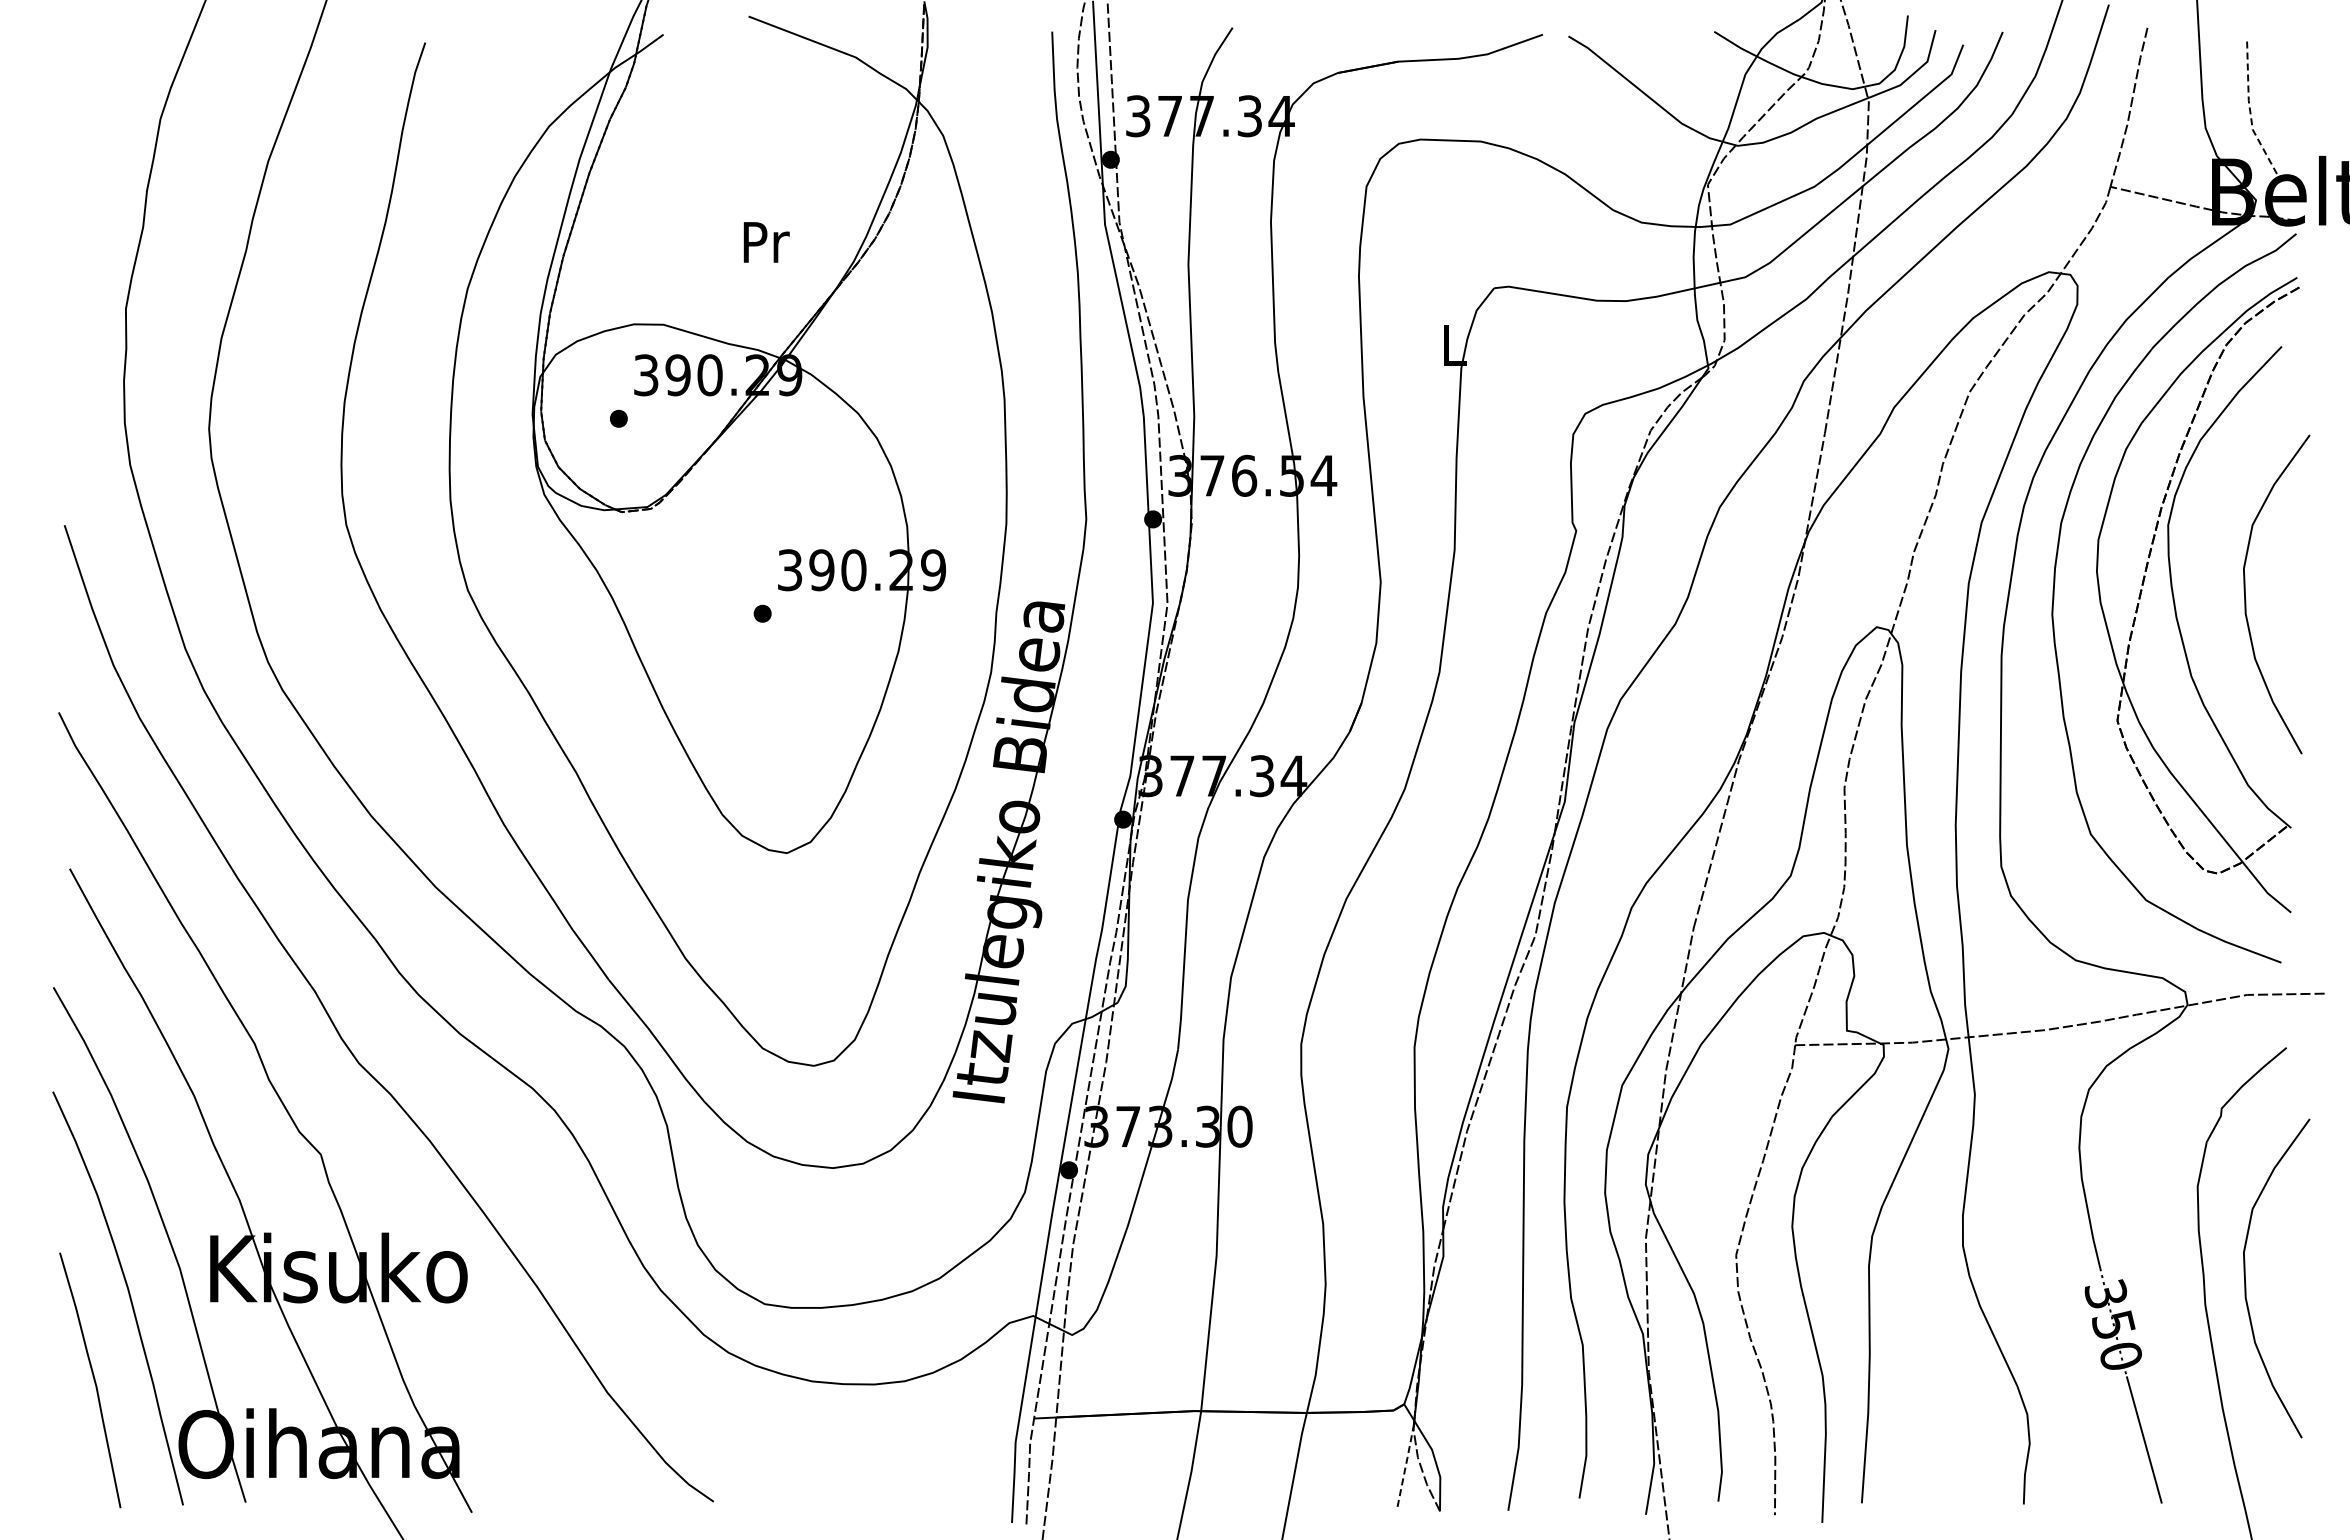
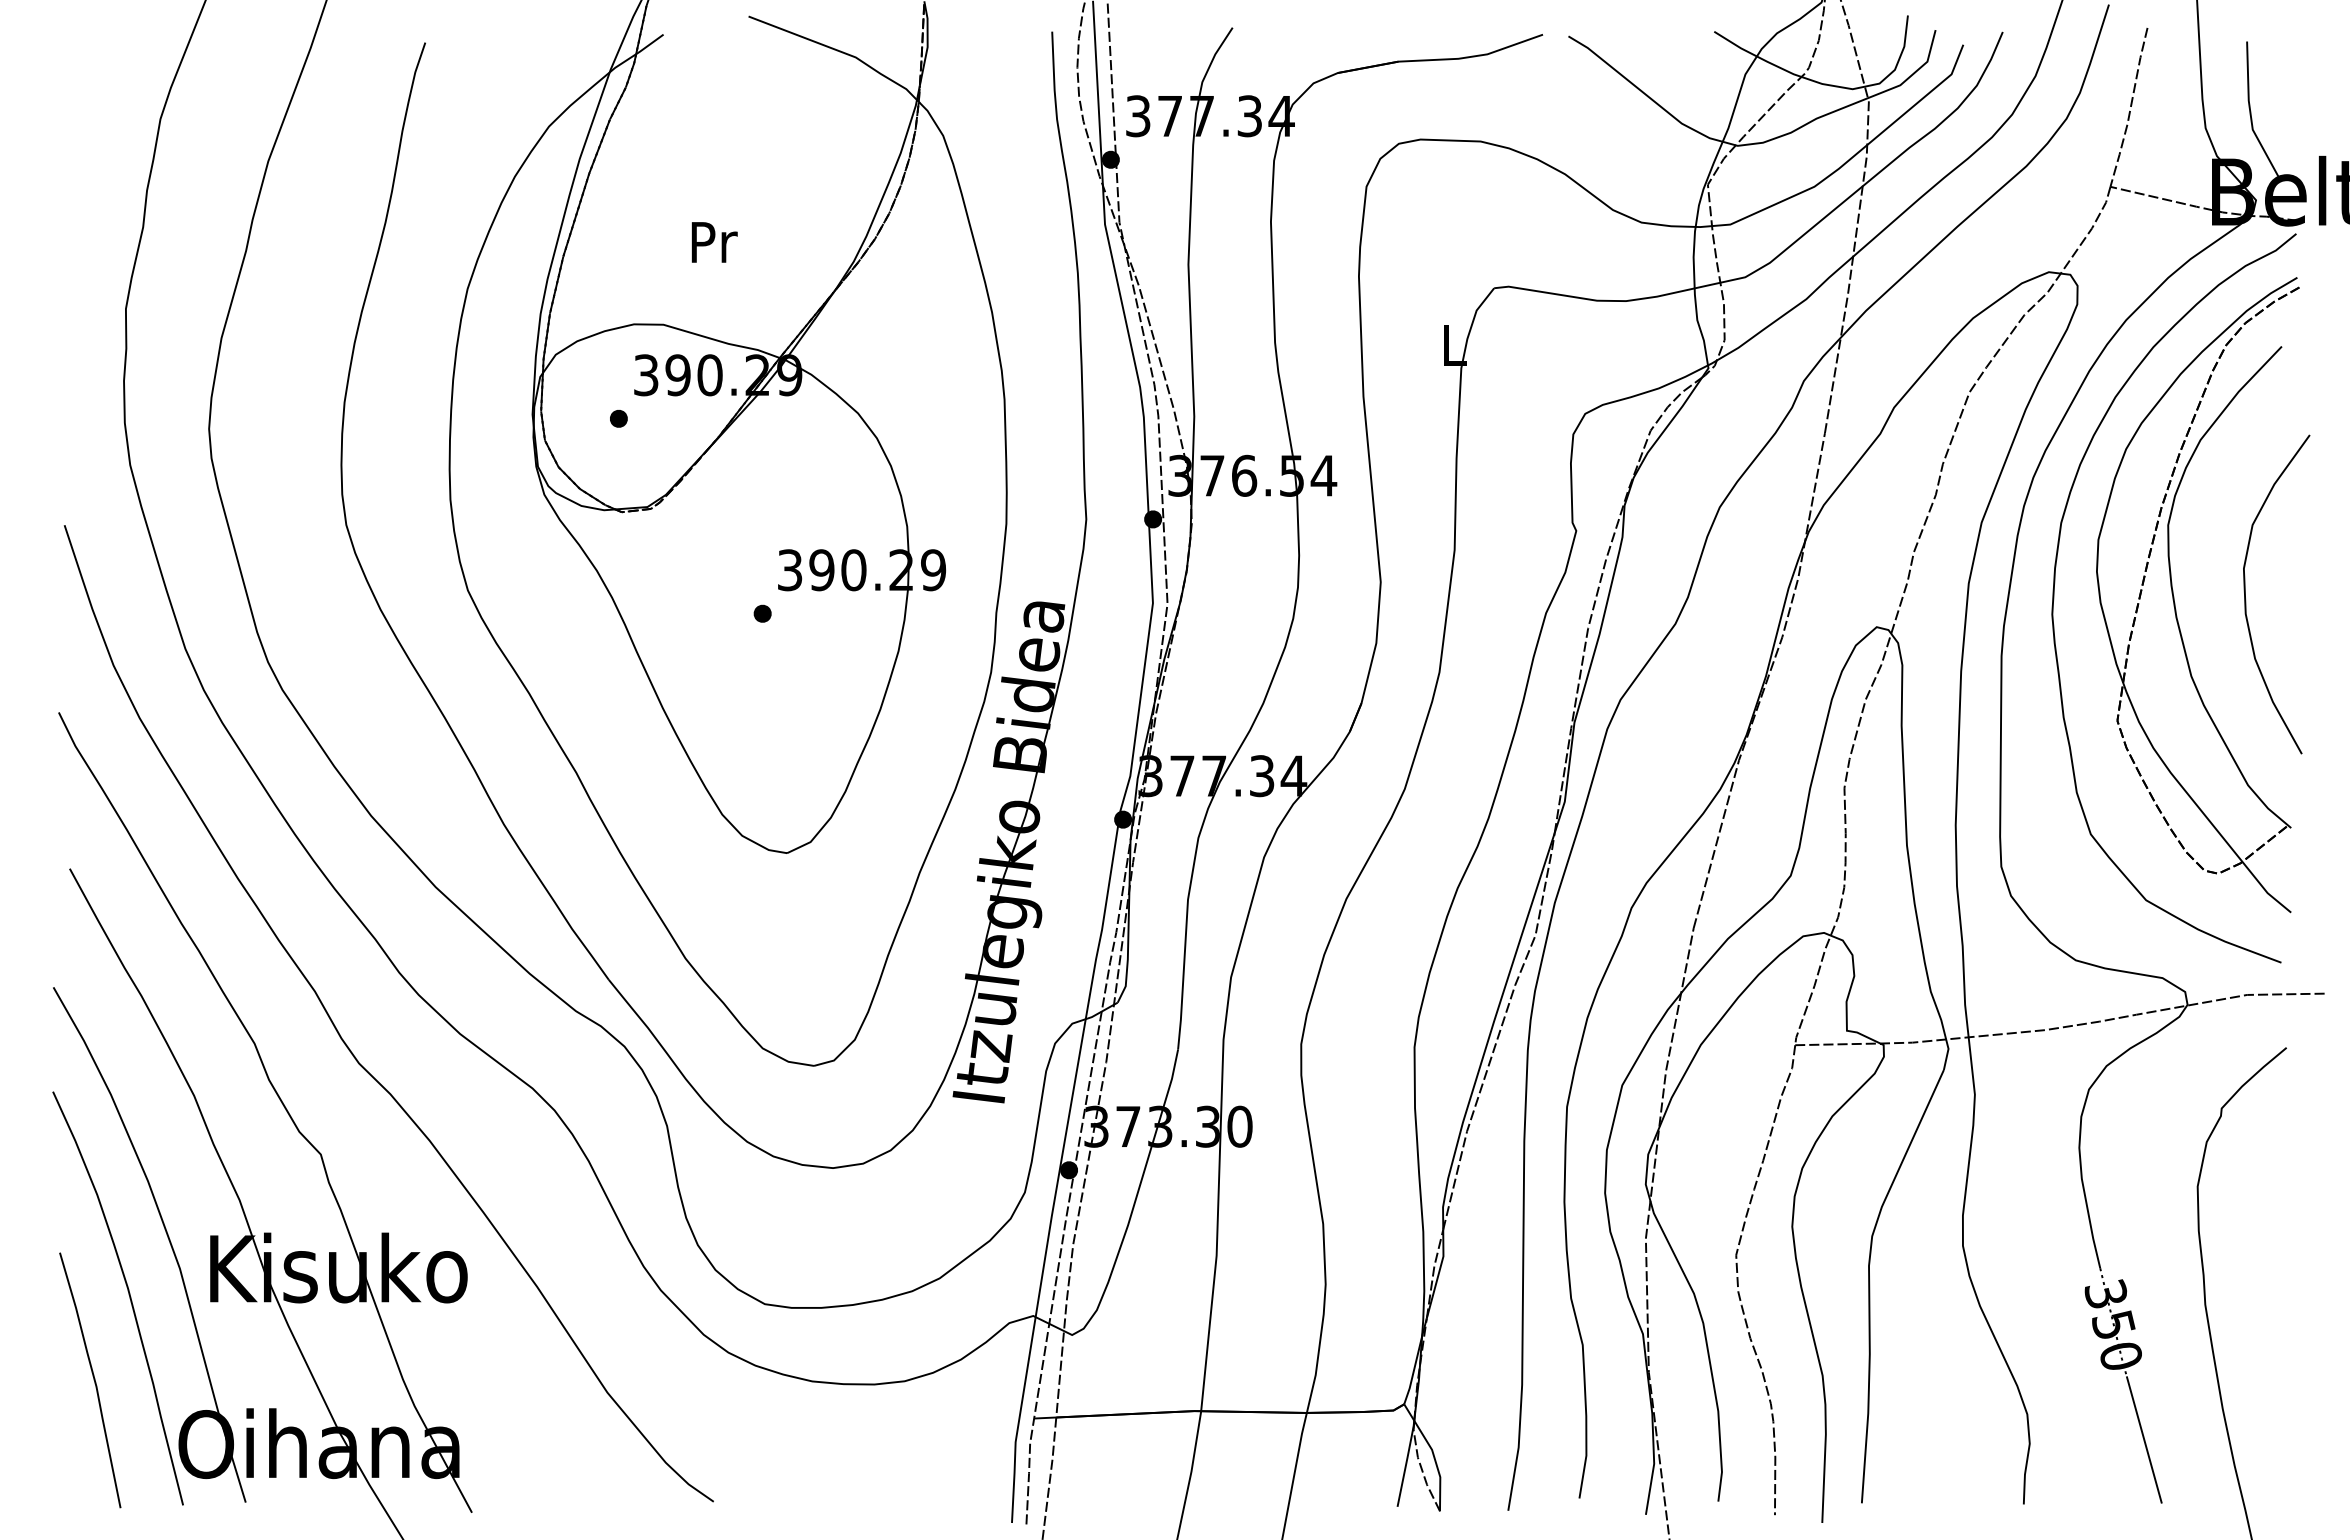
line at (2250, 115): dashed -> solid
text at (766, 242) position: (766, 242) -> (714, 242)
curve at (2246, 1283): present -> none
line at (1405, 1465): dashed -> solid
